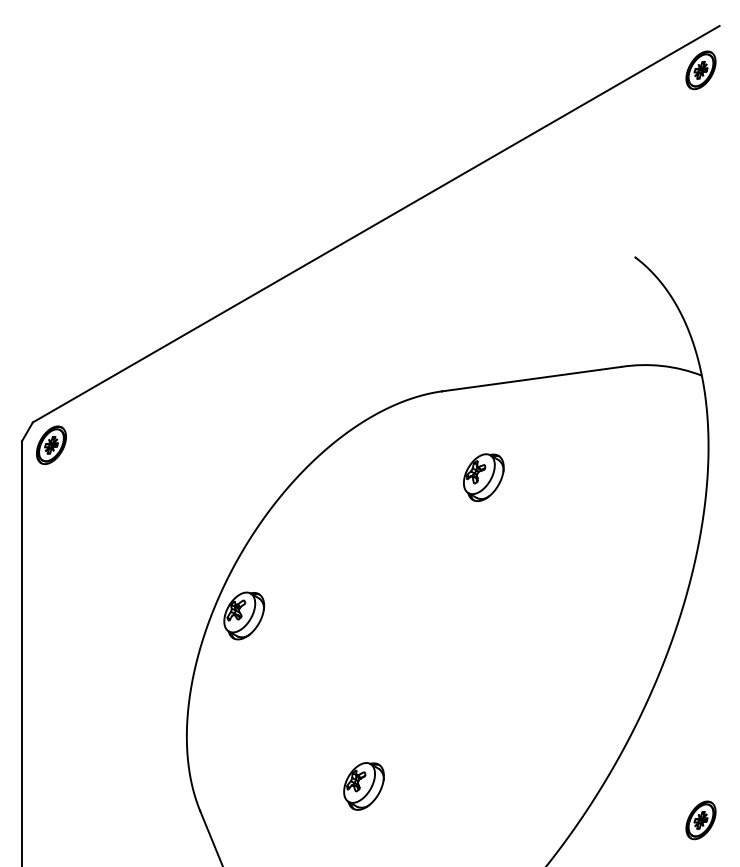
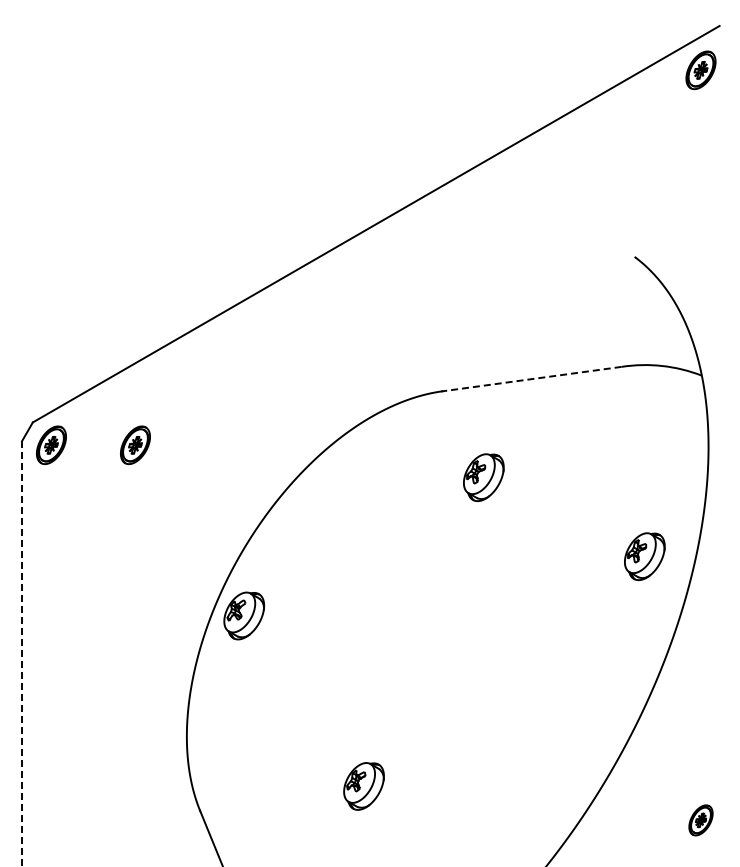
line at (531, 379): solid -> dashed
part at (135, 444): none -> present
part at (644, 556): none -> present
line at (22, 653): solid -> dashed
part at (700, 820) size: 32x41 px -> 26x33 px
